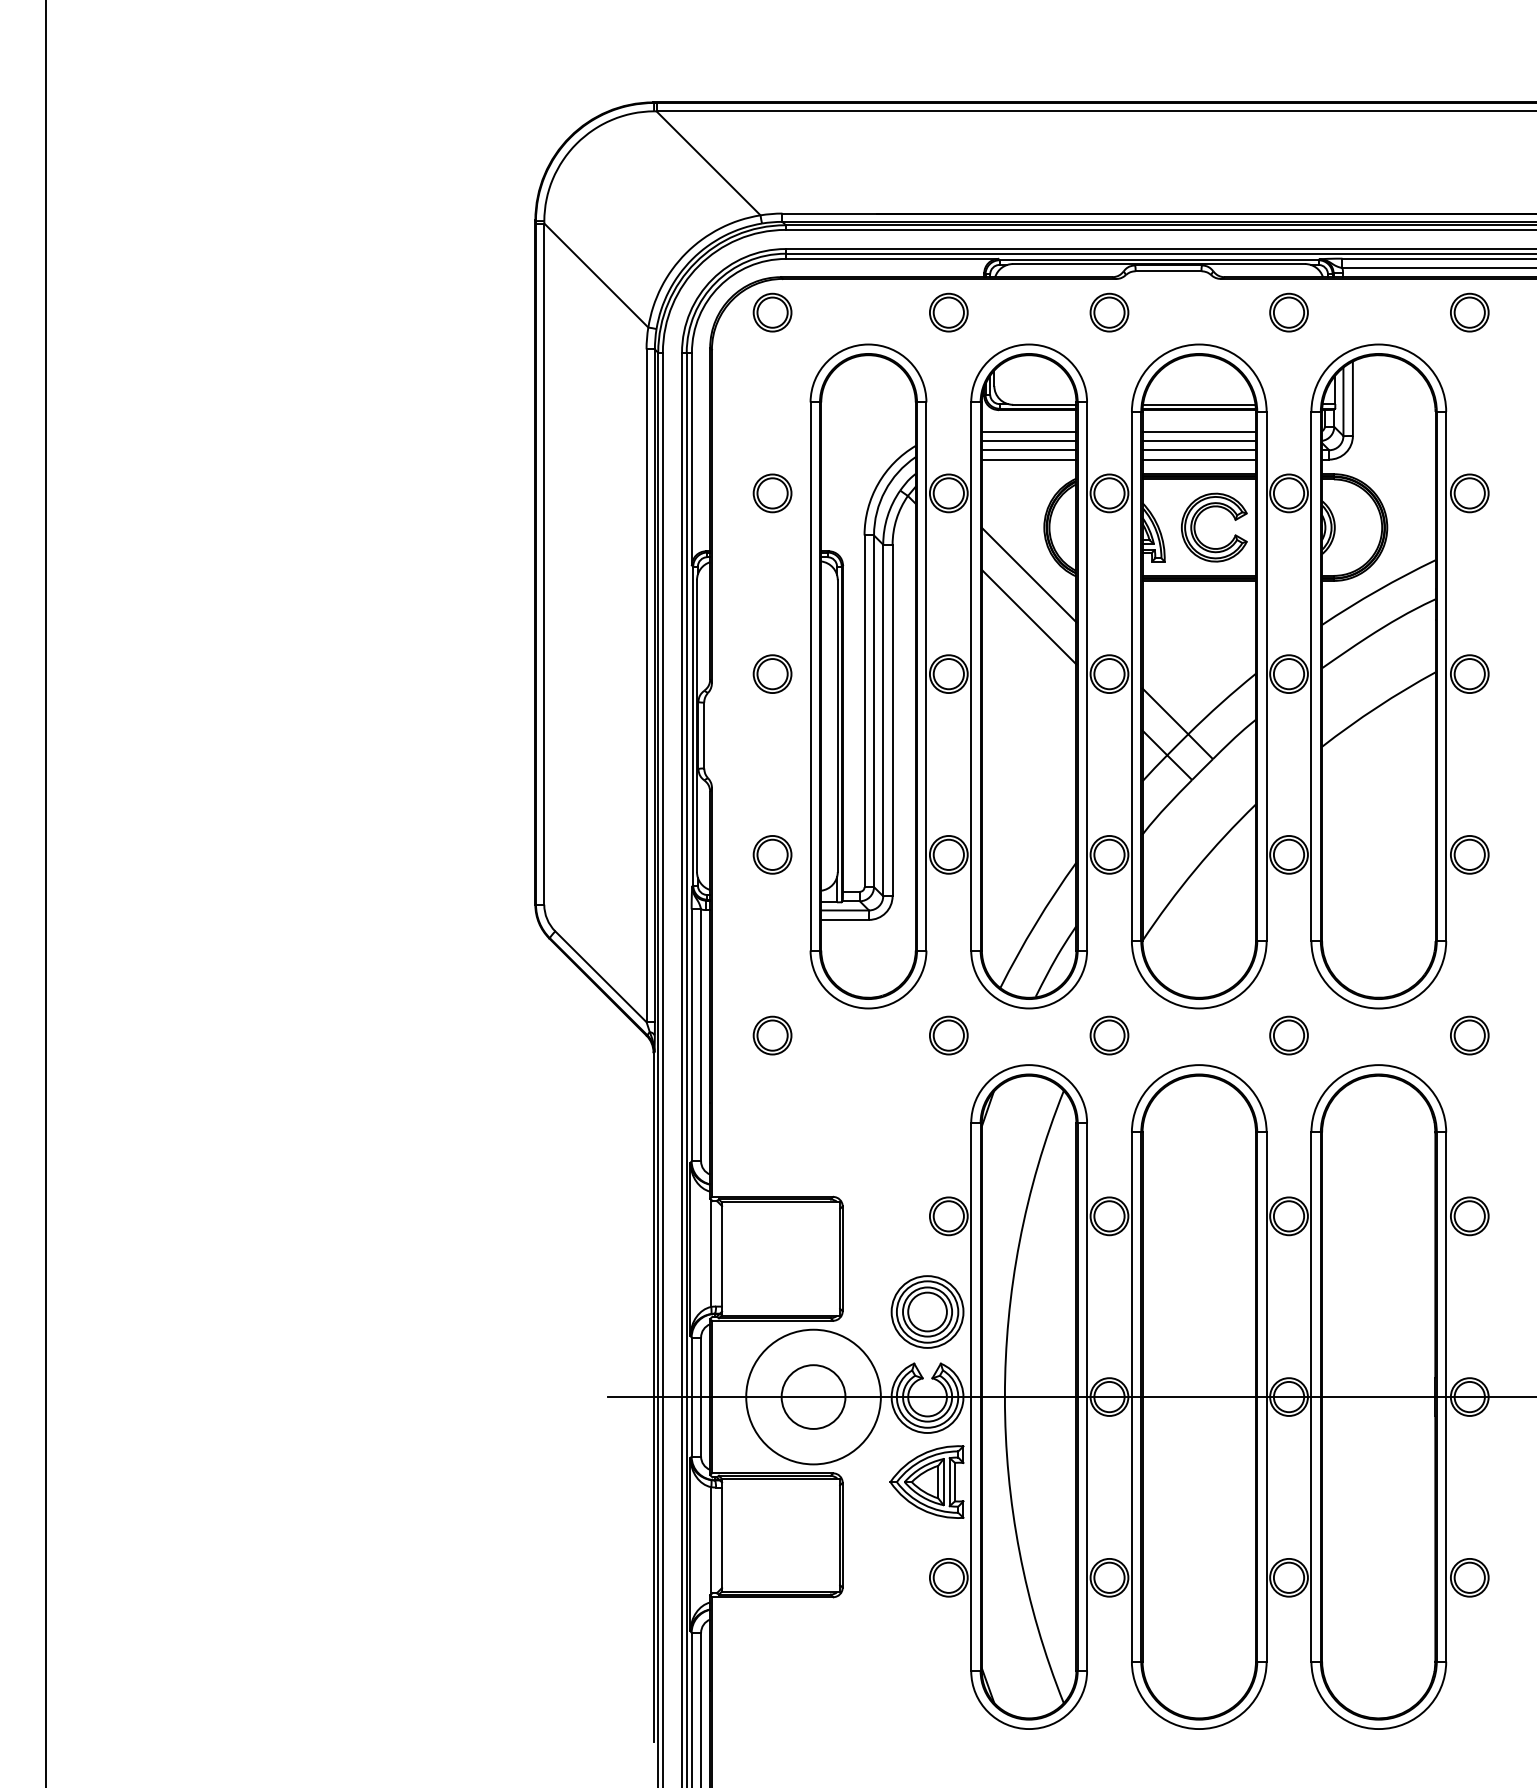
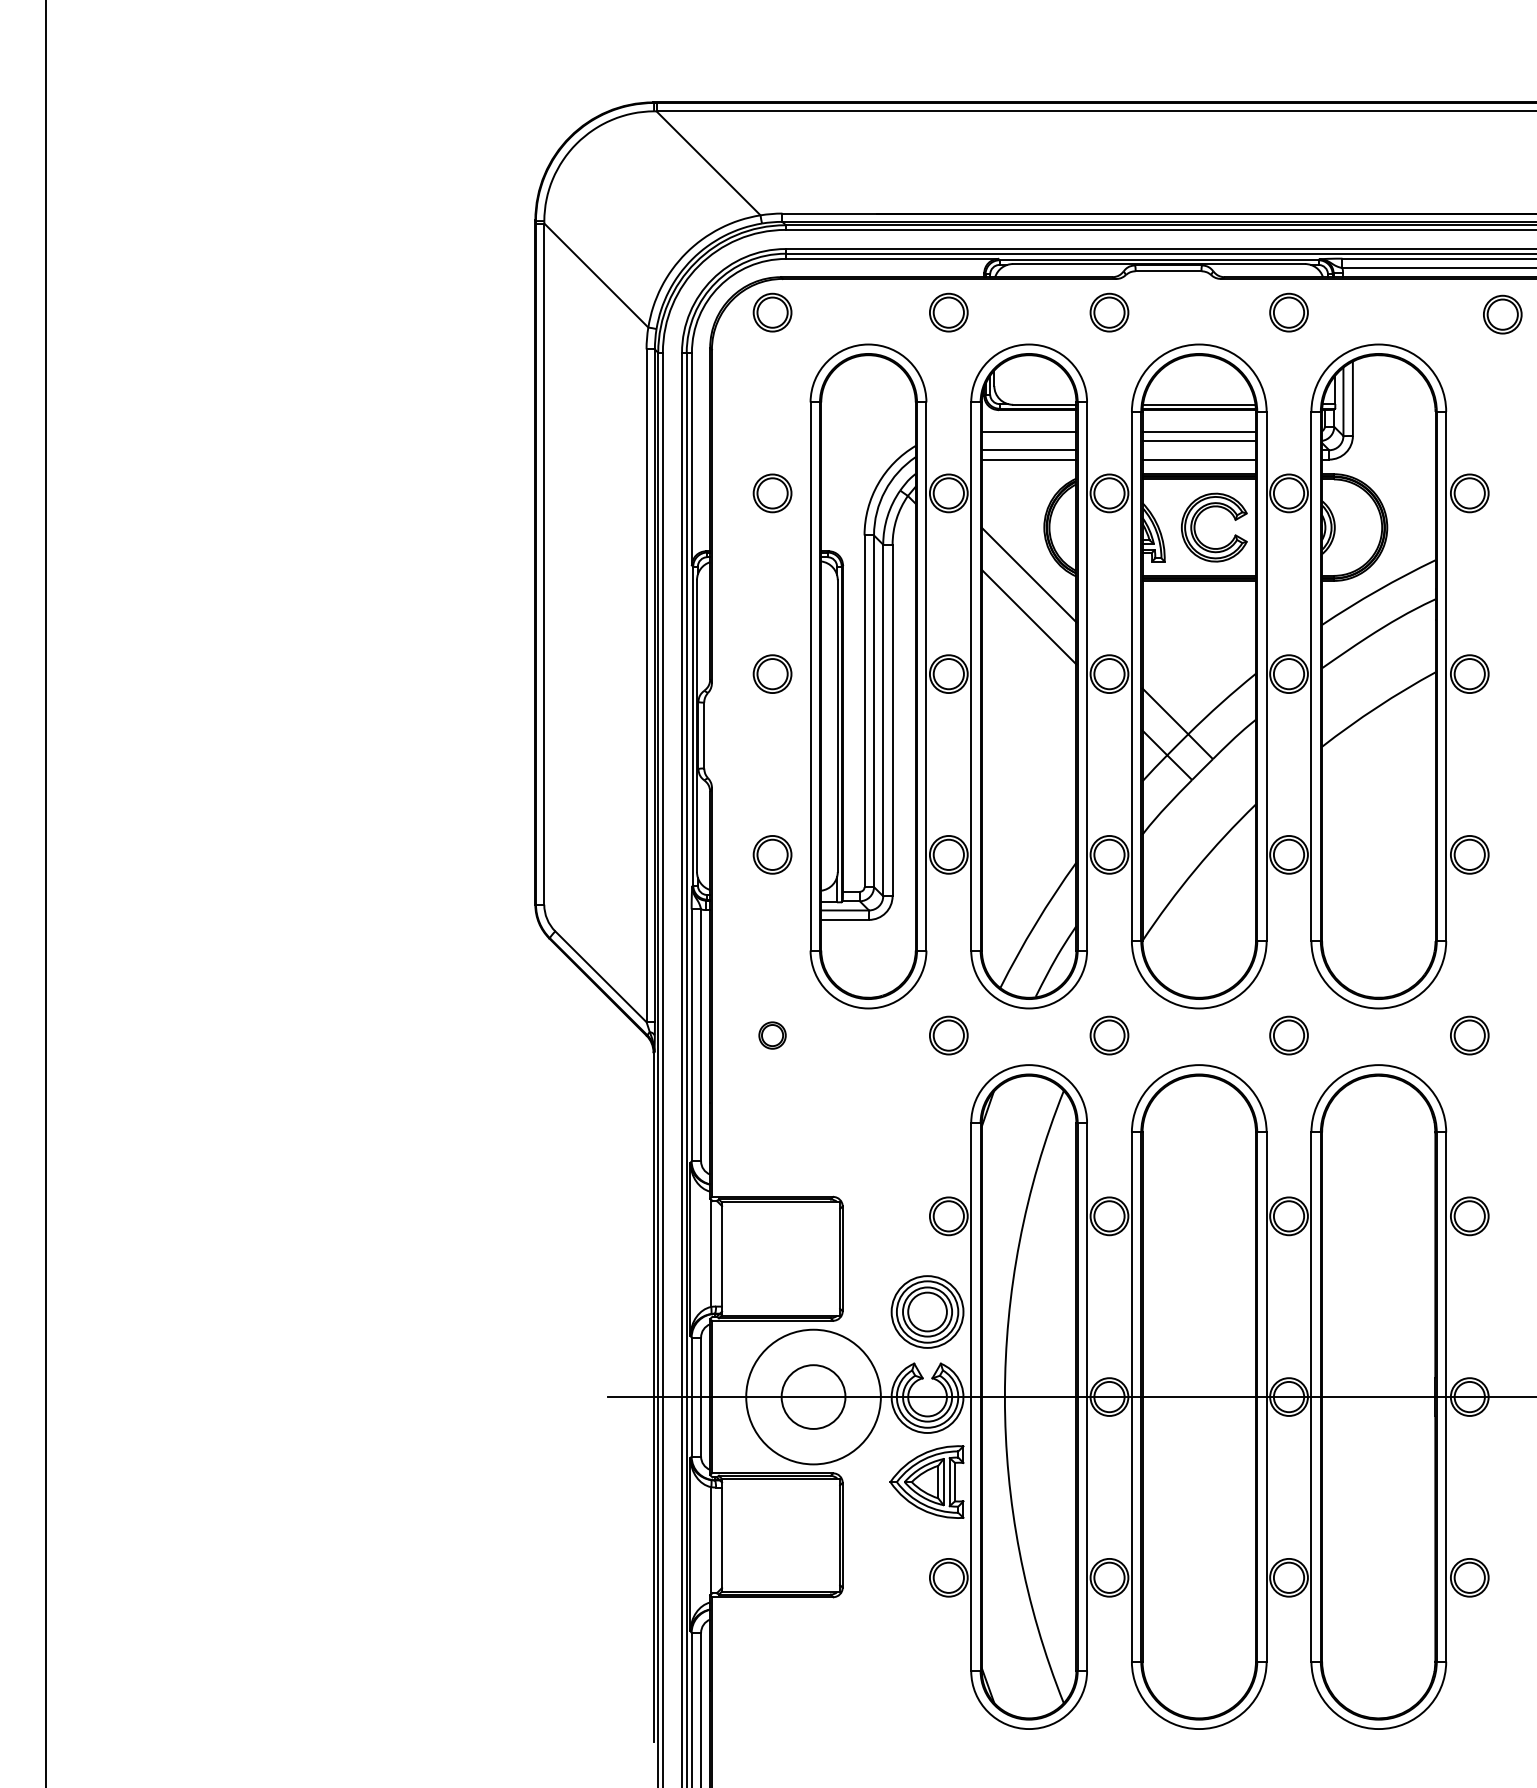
part at (1469, 312) position: (1469, 312) -> (1502, 314)
line at (1028, 441): present -> none
line at (1198, 450): present -> none
part at (772, 1035) size: 41x41 px -> 29x29 px
